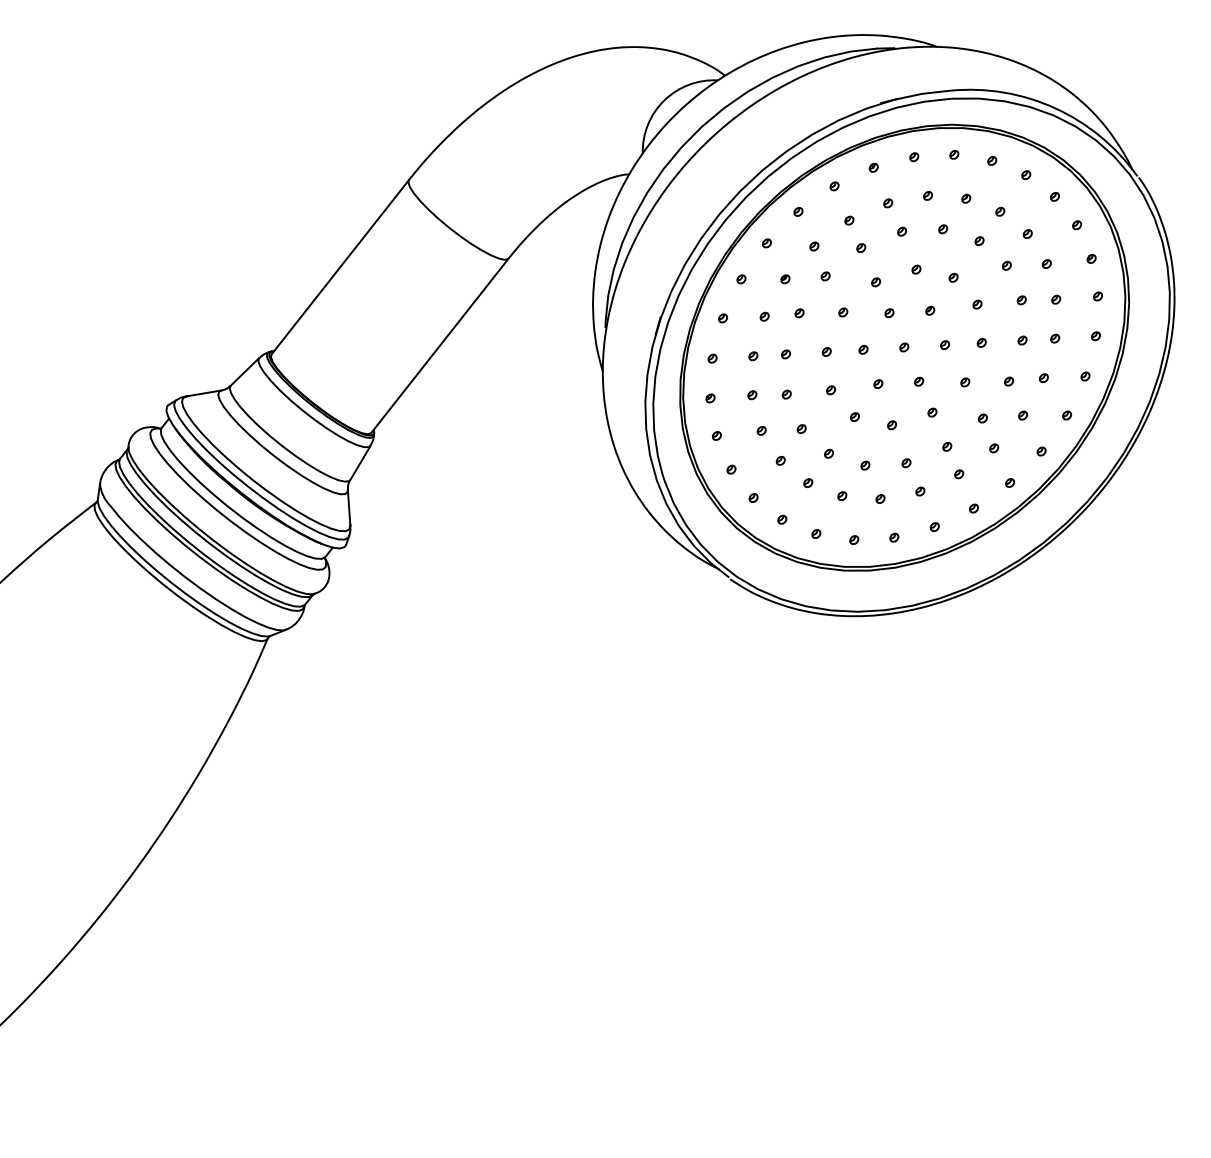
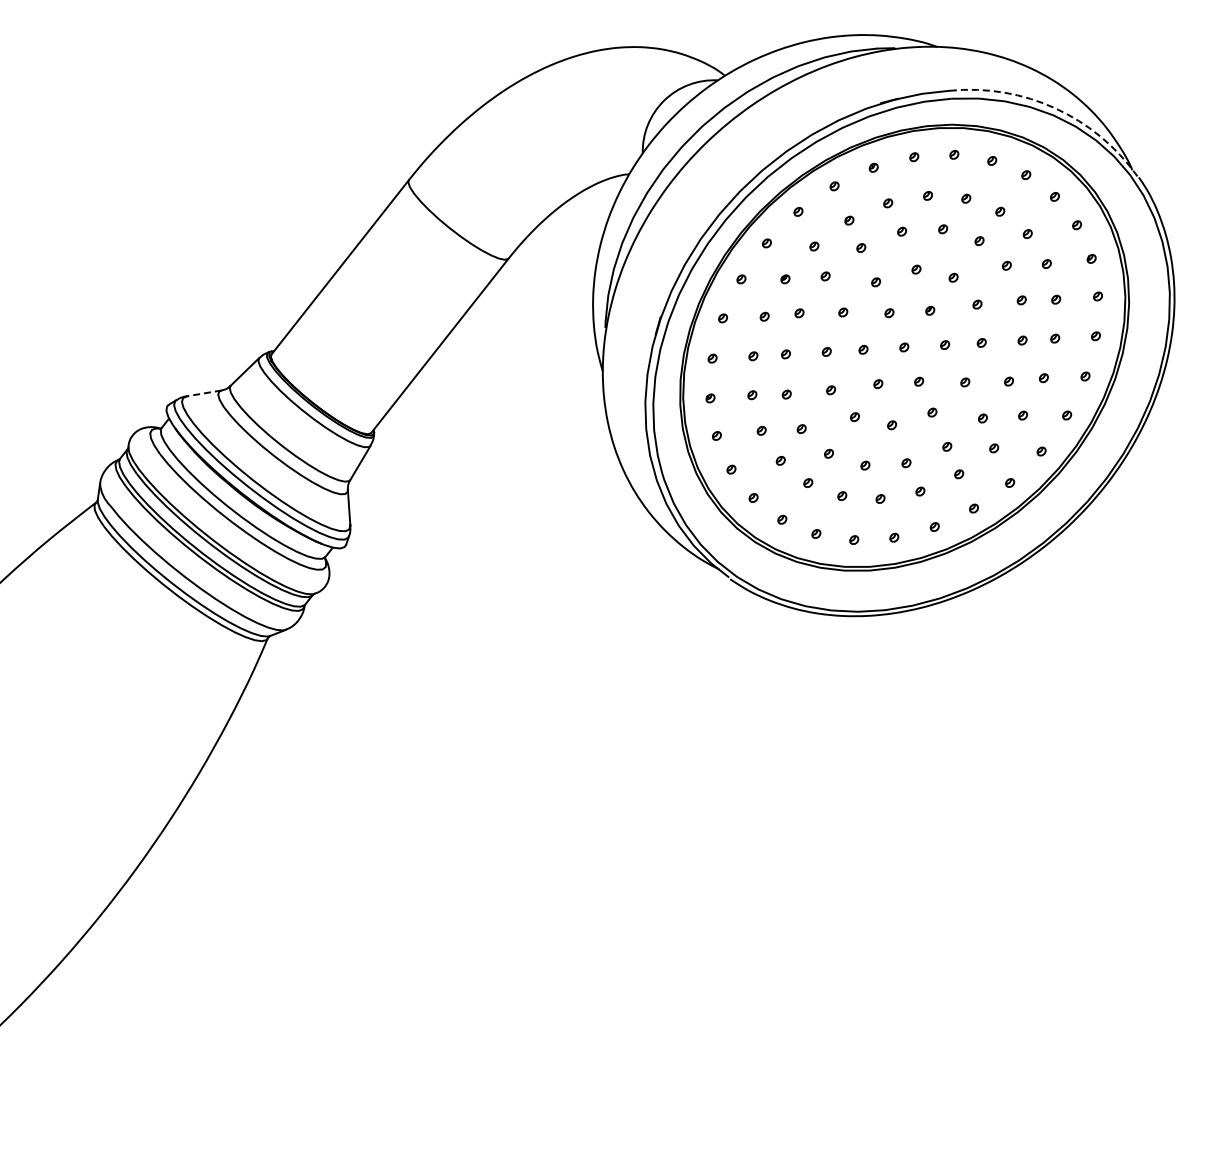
arc at (1055, 108): solid -> dashed
line at (204, 393): solid -> dashed
